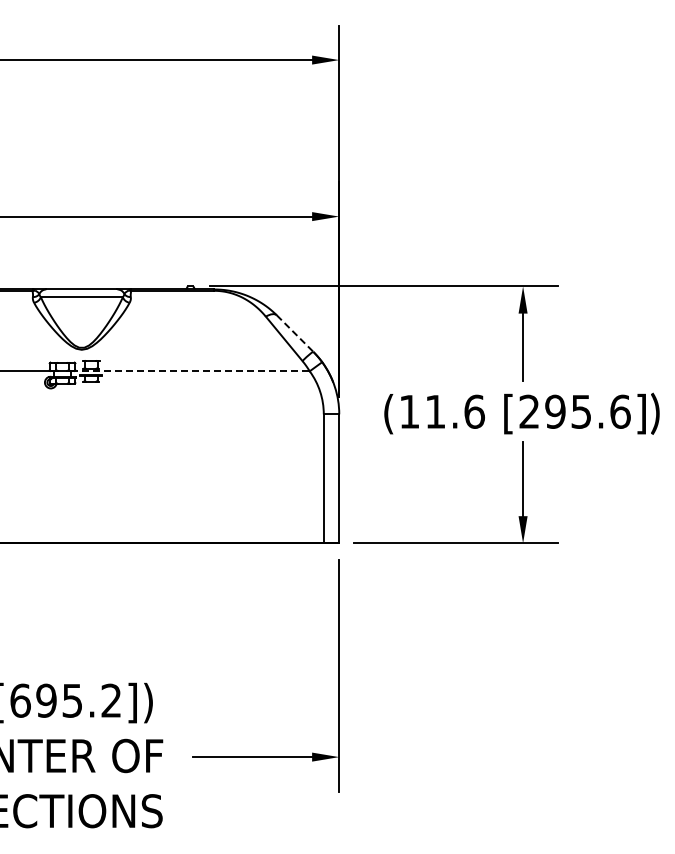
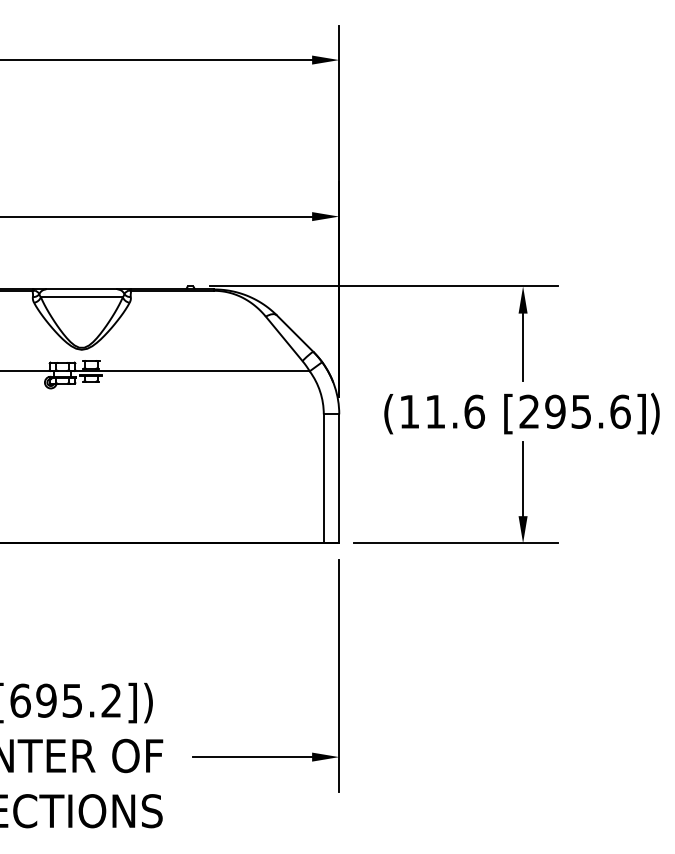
line at (295, 333): dashed -> solid
line at (190, 371): dashed -> solid
